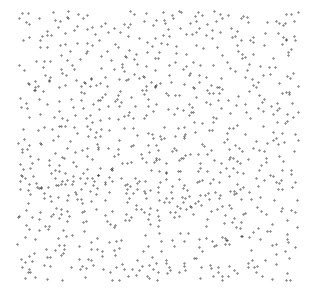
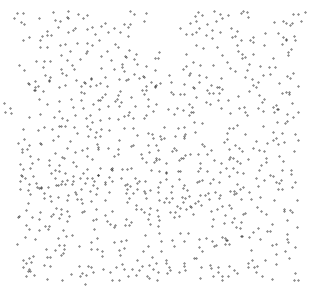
part at (24, 18) position: (24, 18) -> (19, 18)
part at (282, 18) position: (282, 18) -> (289, 18)
part at (244, 19) position: (244, 19) -> (244, 14)
part at (71, 29) size: 15x10 px -> 10x7 px
part at (160, 38): present -> none
part at (172, 94) position: (172, 94) -> (177, 93)
part at (23, 103) position: (23, 103) -> (7, 108)
part at (275, 108) size: 11x14 px -> 8x10 px
part at (243, 111) size: 17x17 px -> 11x11 px
part at (212, 123): present -> none
part at (126, 162) position: (126, 162) -> (126, 168)
part at (288, 210) size: 17x7 px -> 11x6 px
part at (128, 217) position: (128, 217) -> (128, 222)
part at (206, 222) position: (206, 222) -> (212, 222)
part at (84, 226) position: (84, 226) -> (94, 224)
part at (115, 247) position: (115, 247) -> (120, 247)
part at (28, 265) size: 17x28 px -> 14x23 px
part at (82, 268) position: (82, 268) -> (82, 275)
part at (288, 276) position: (288, 276) -> (296, 276)
